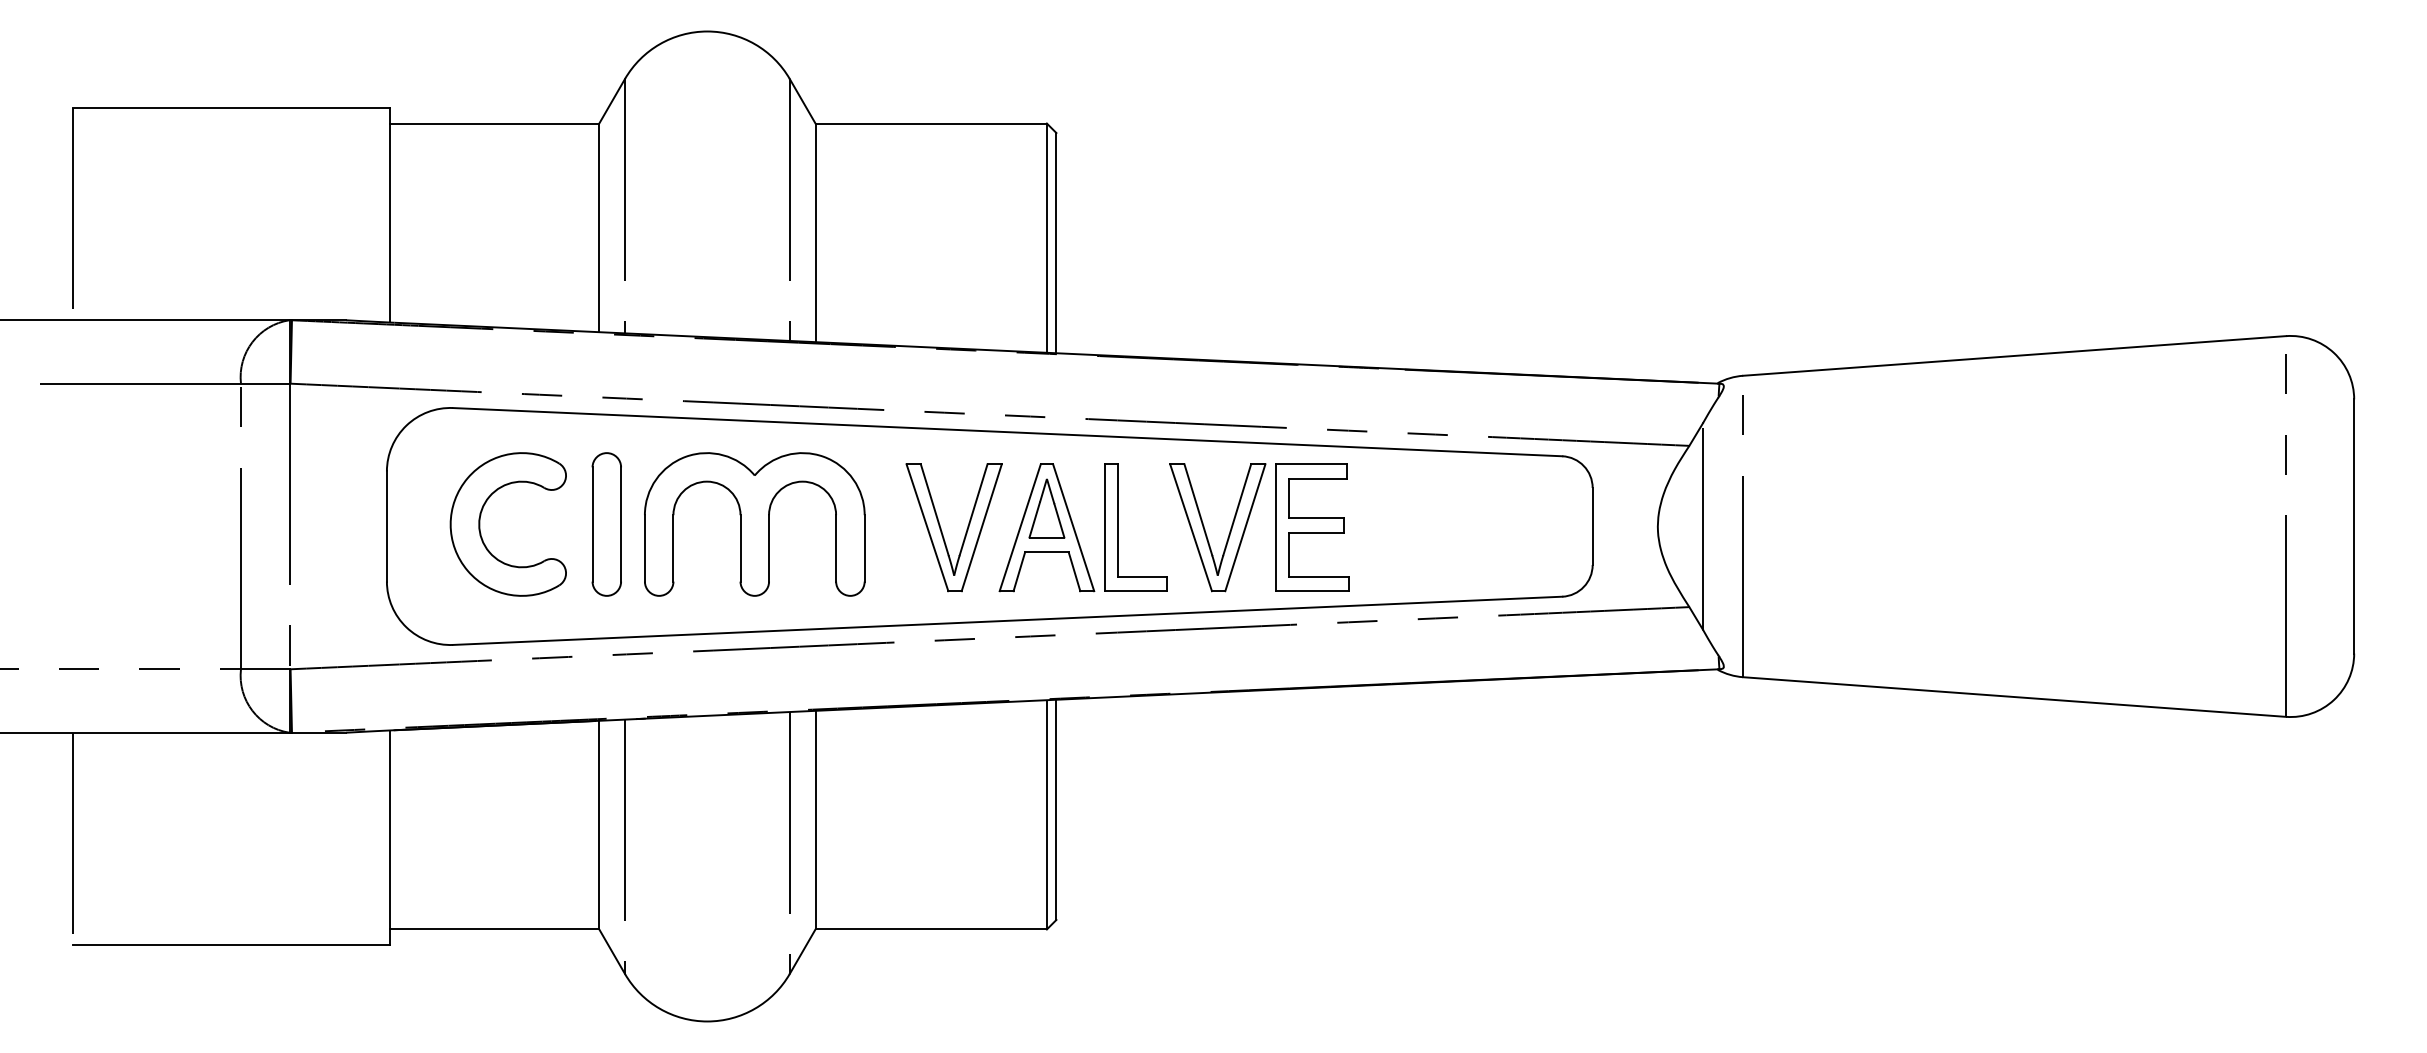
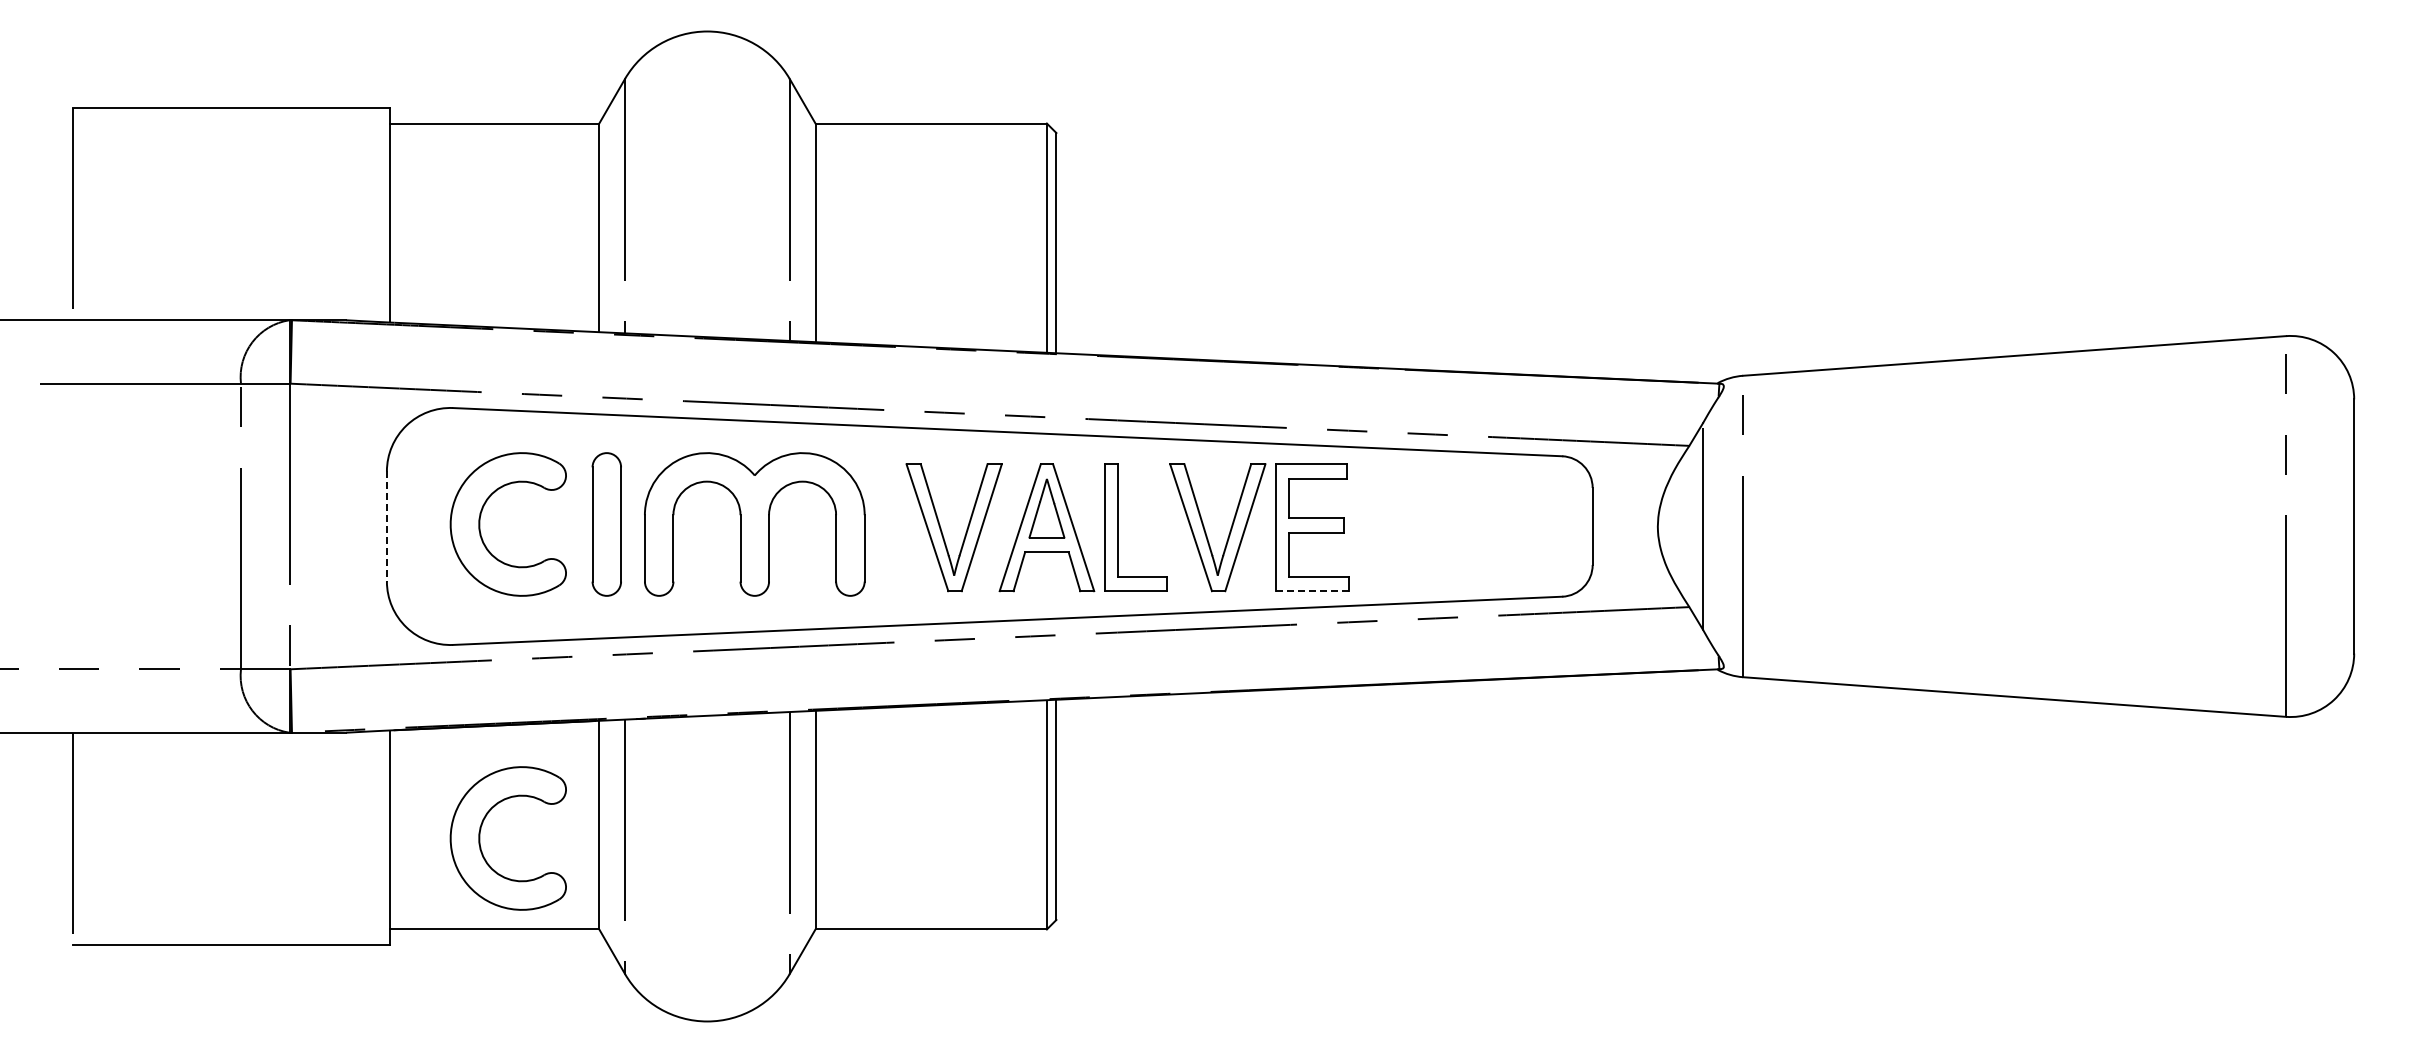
line at (386, 526): solid -> dashed
line at (1312, 591): solid -> dashed
part at (480, 838): none -> present
